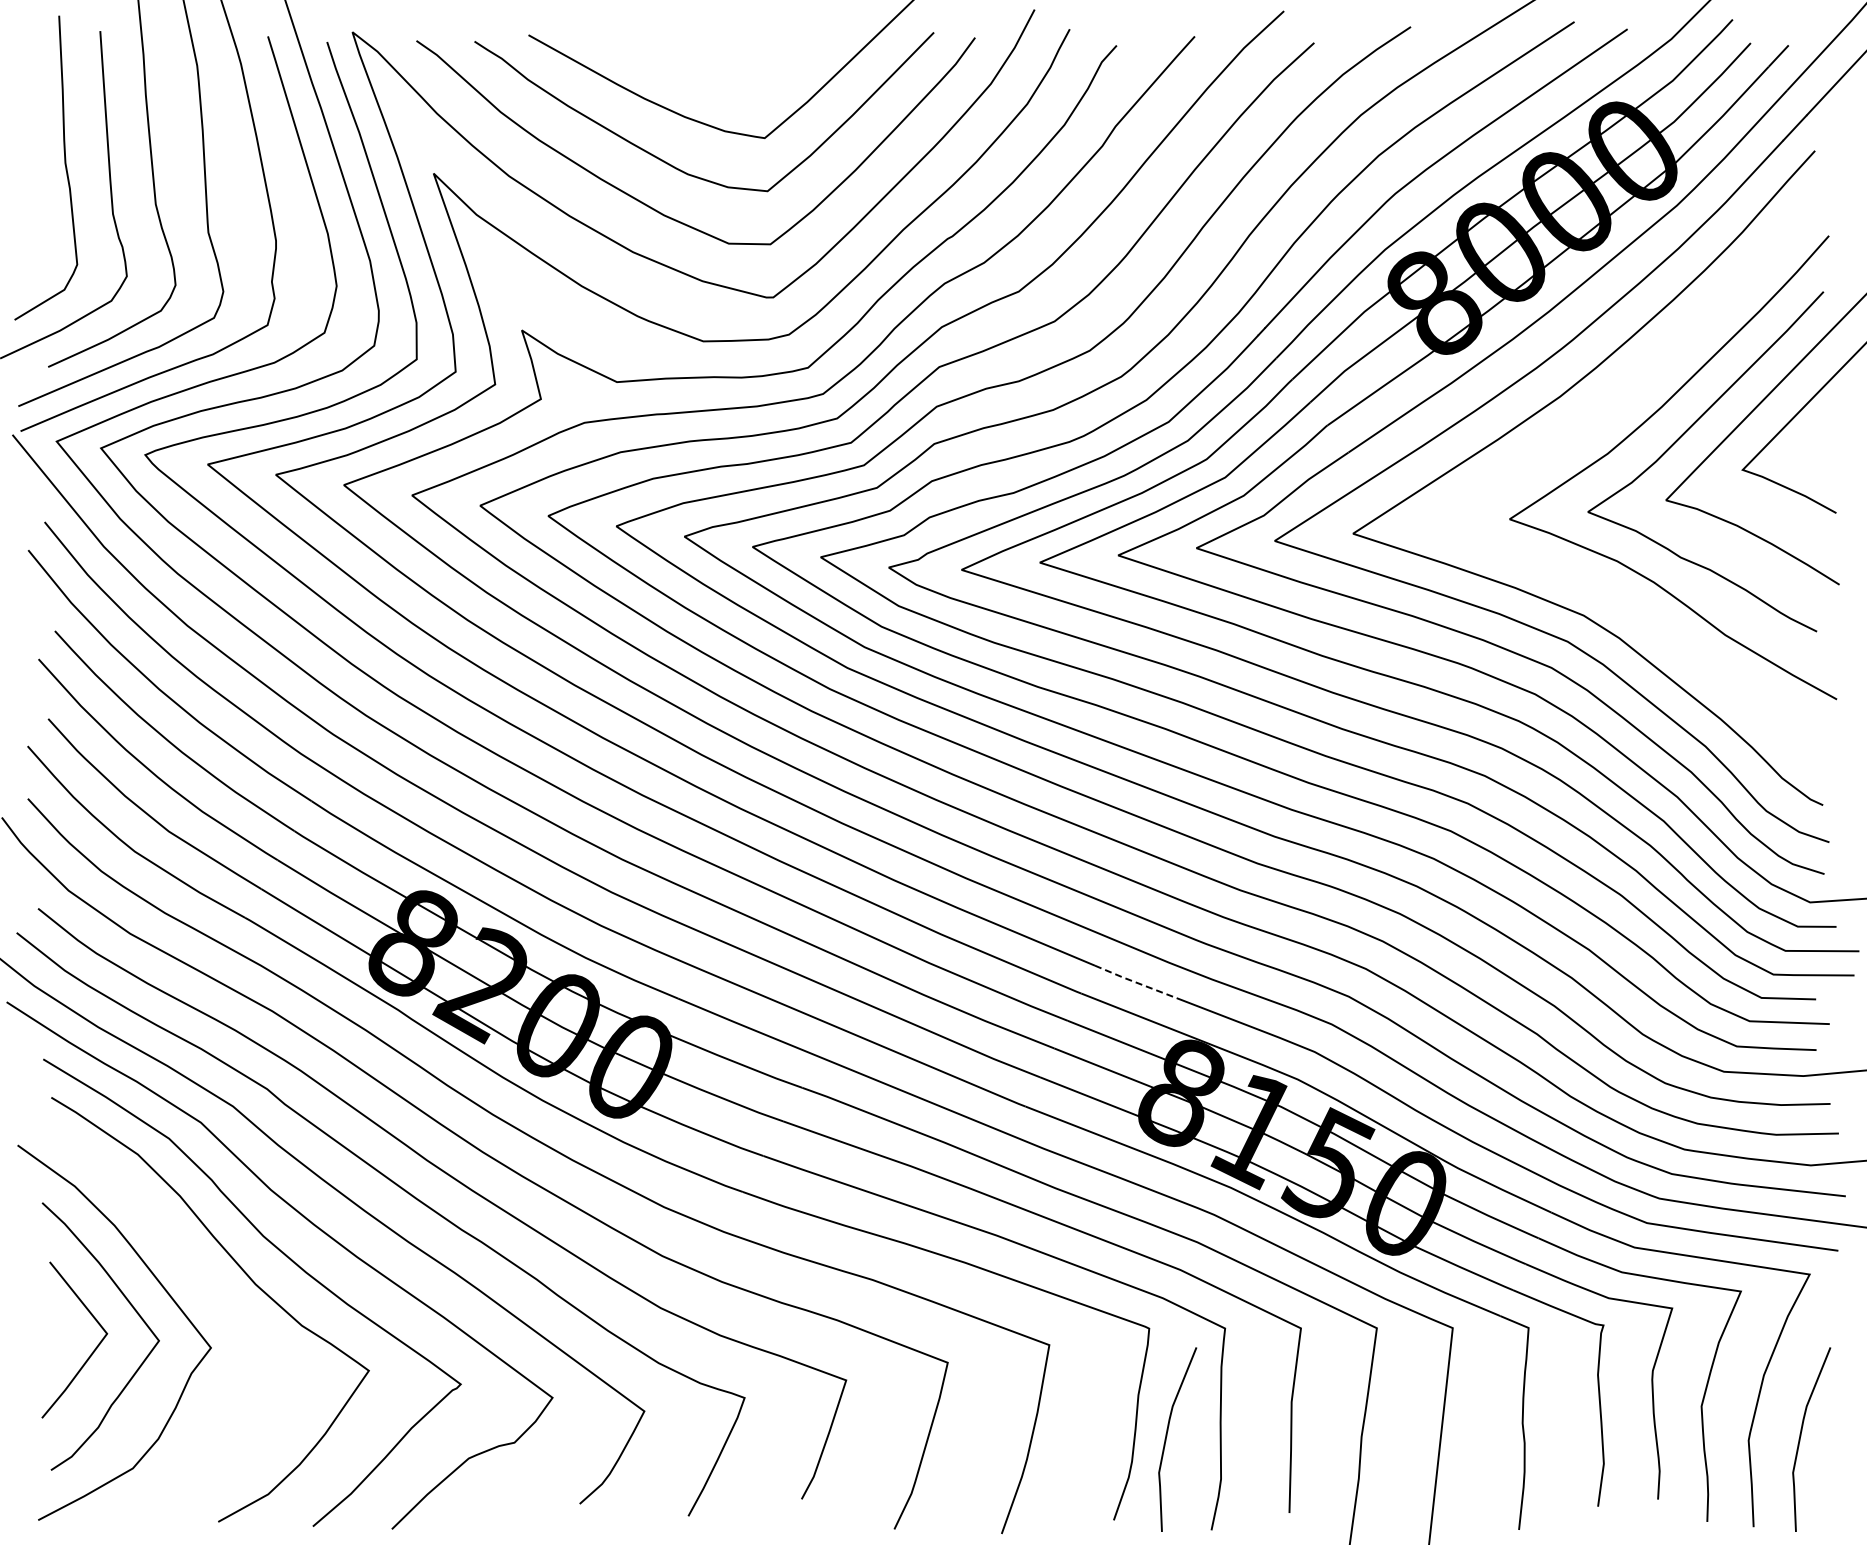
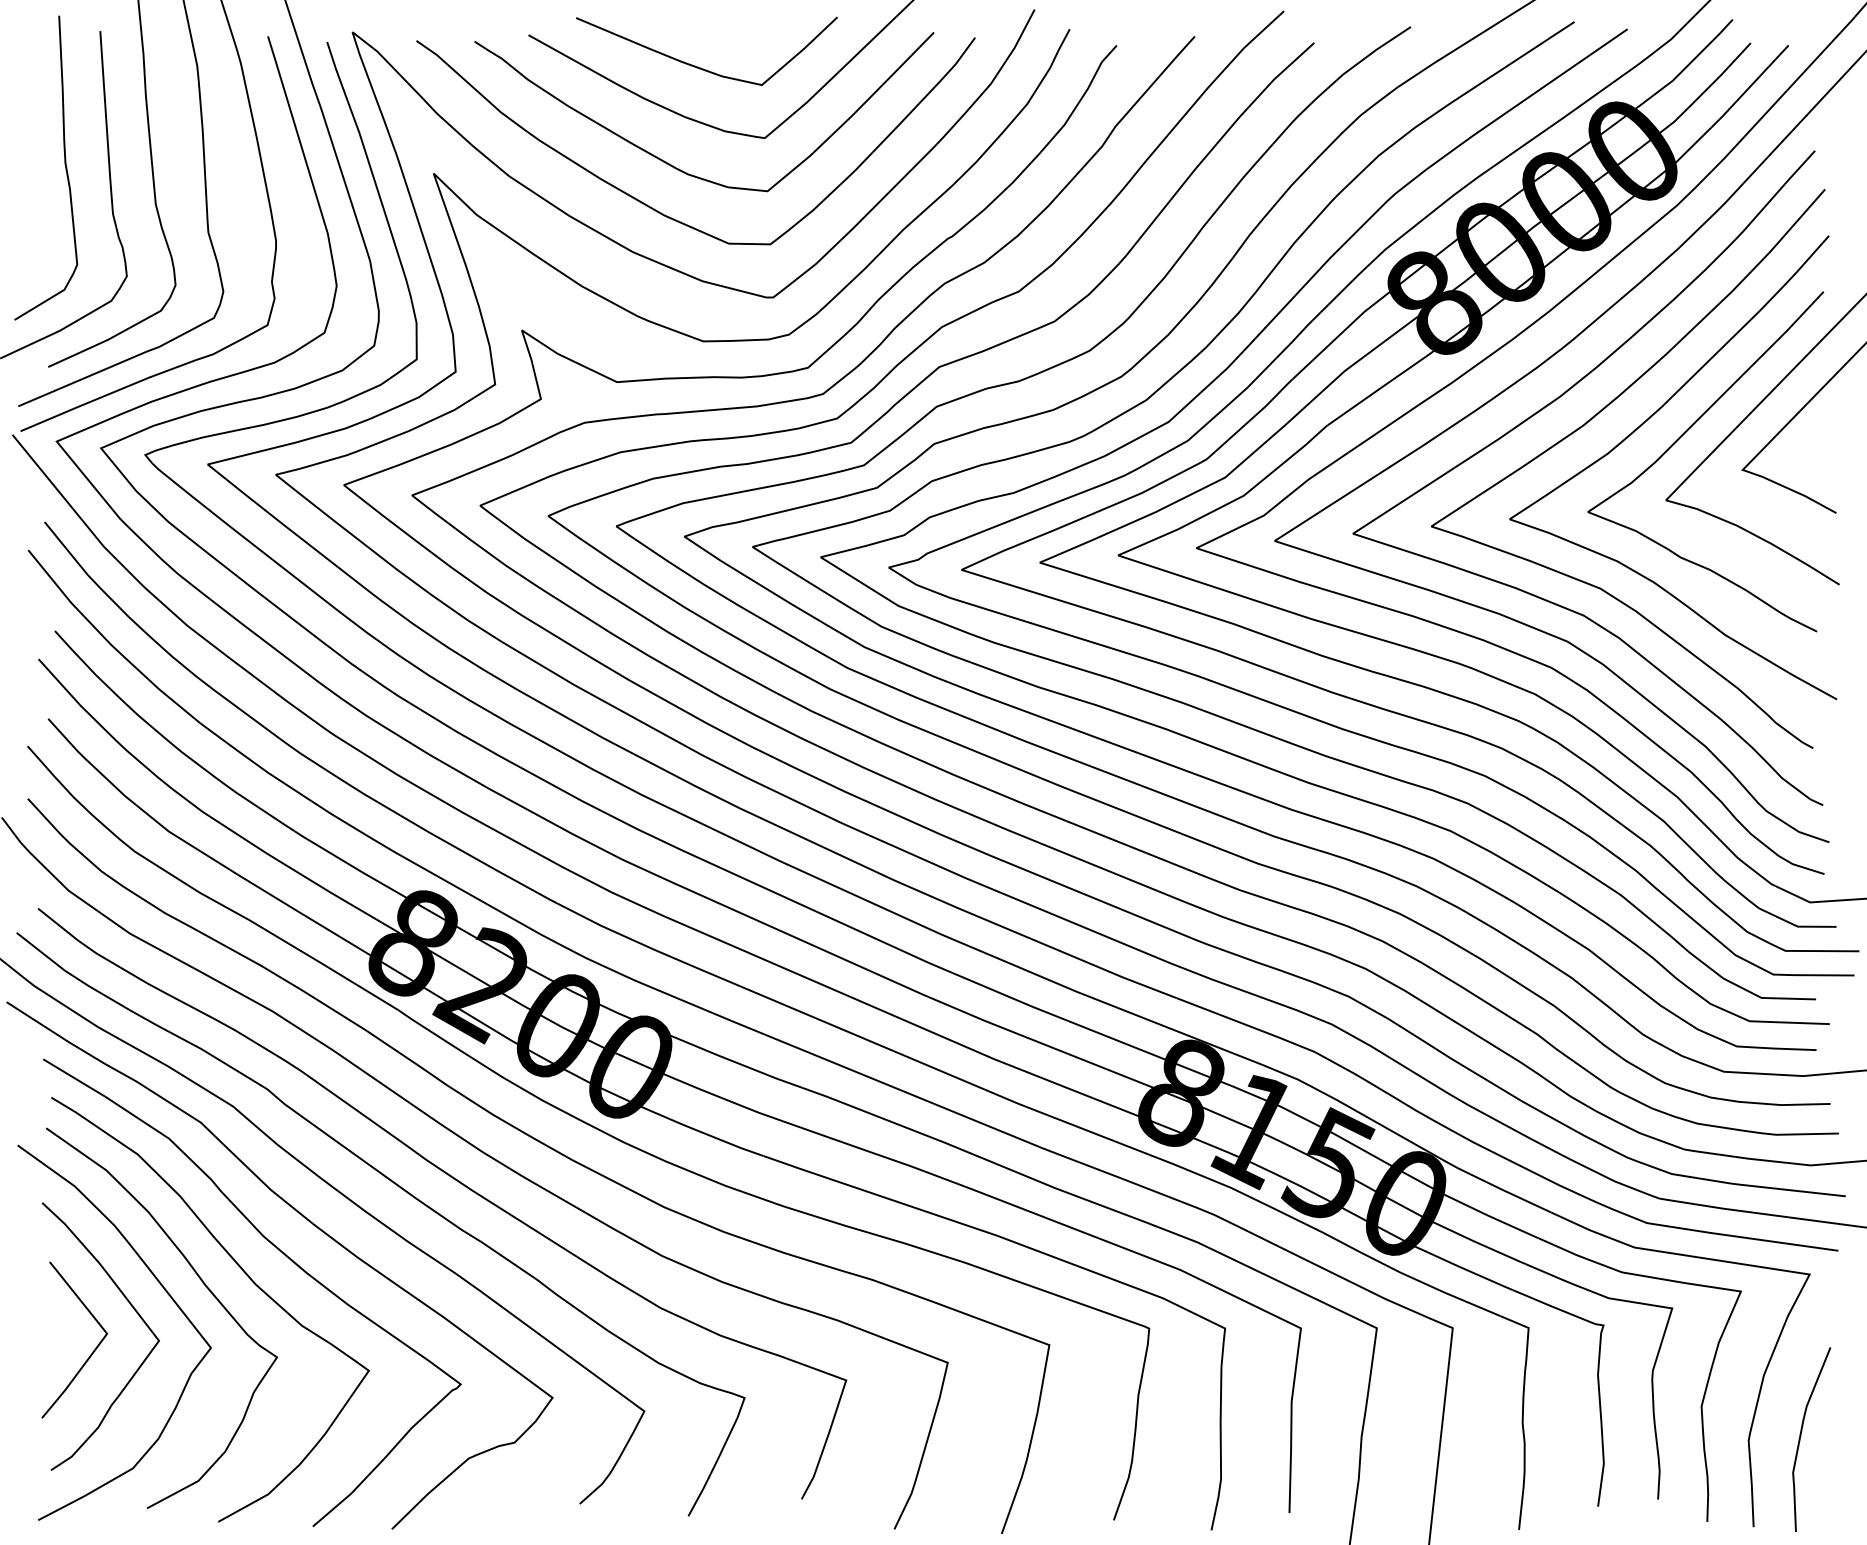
curve at (698, 66): none -> present
curve at (1591, 420): none -> present
line at (1134, 982): dashed -> solid
curve at (203, 1284): none -> present
curve at (1167, 1436): present -> none
